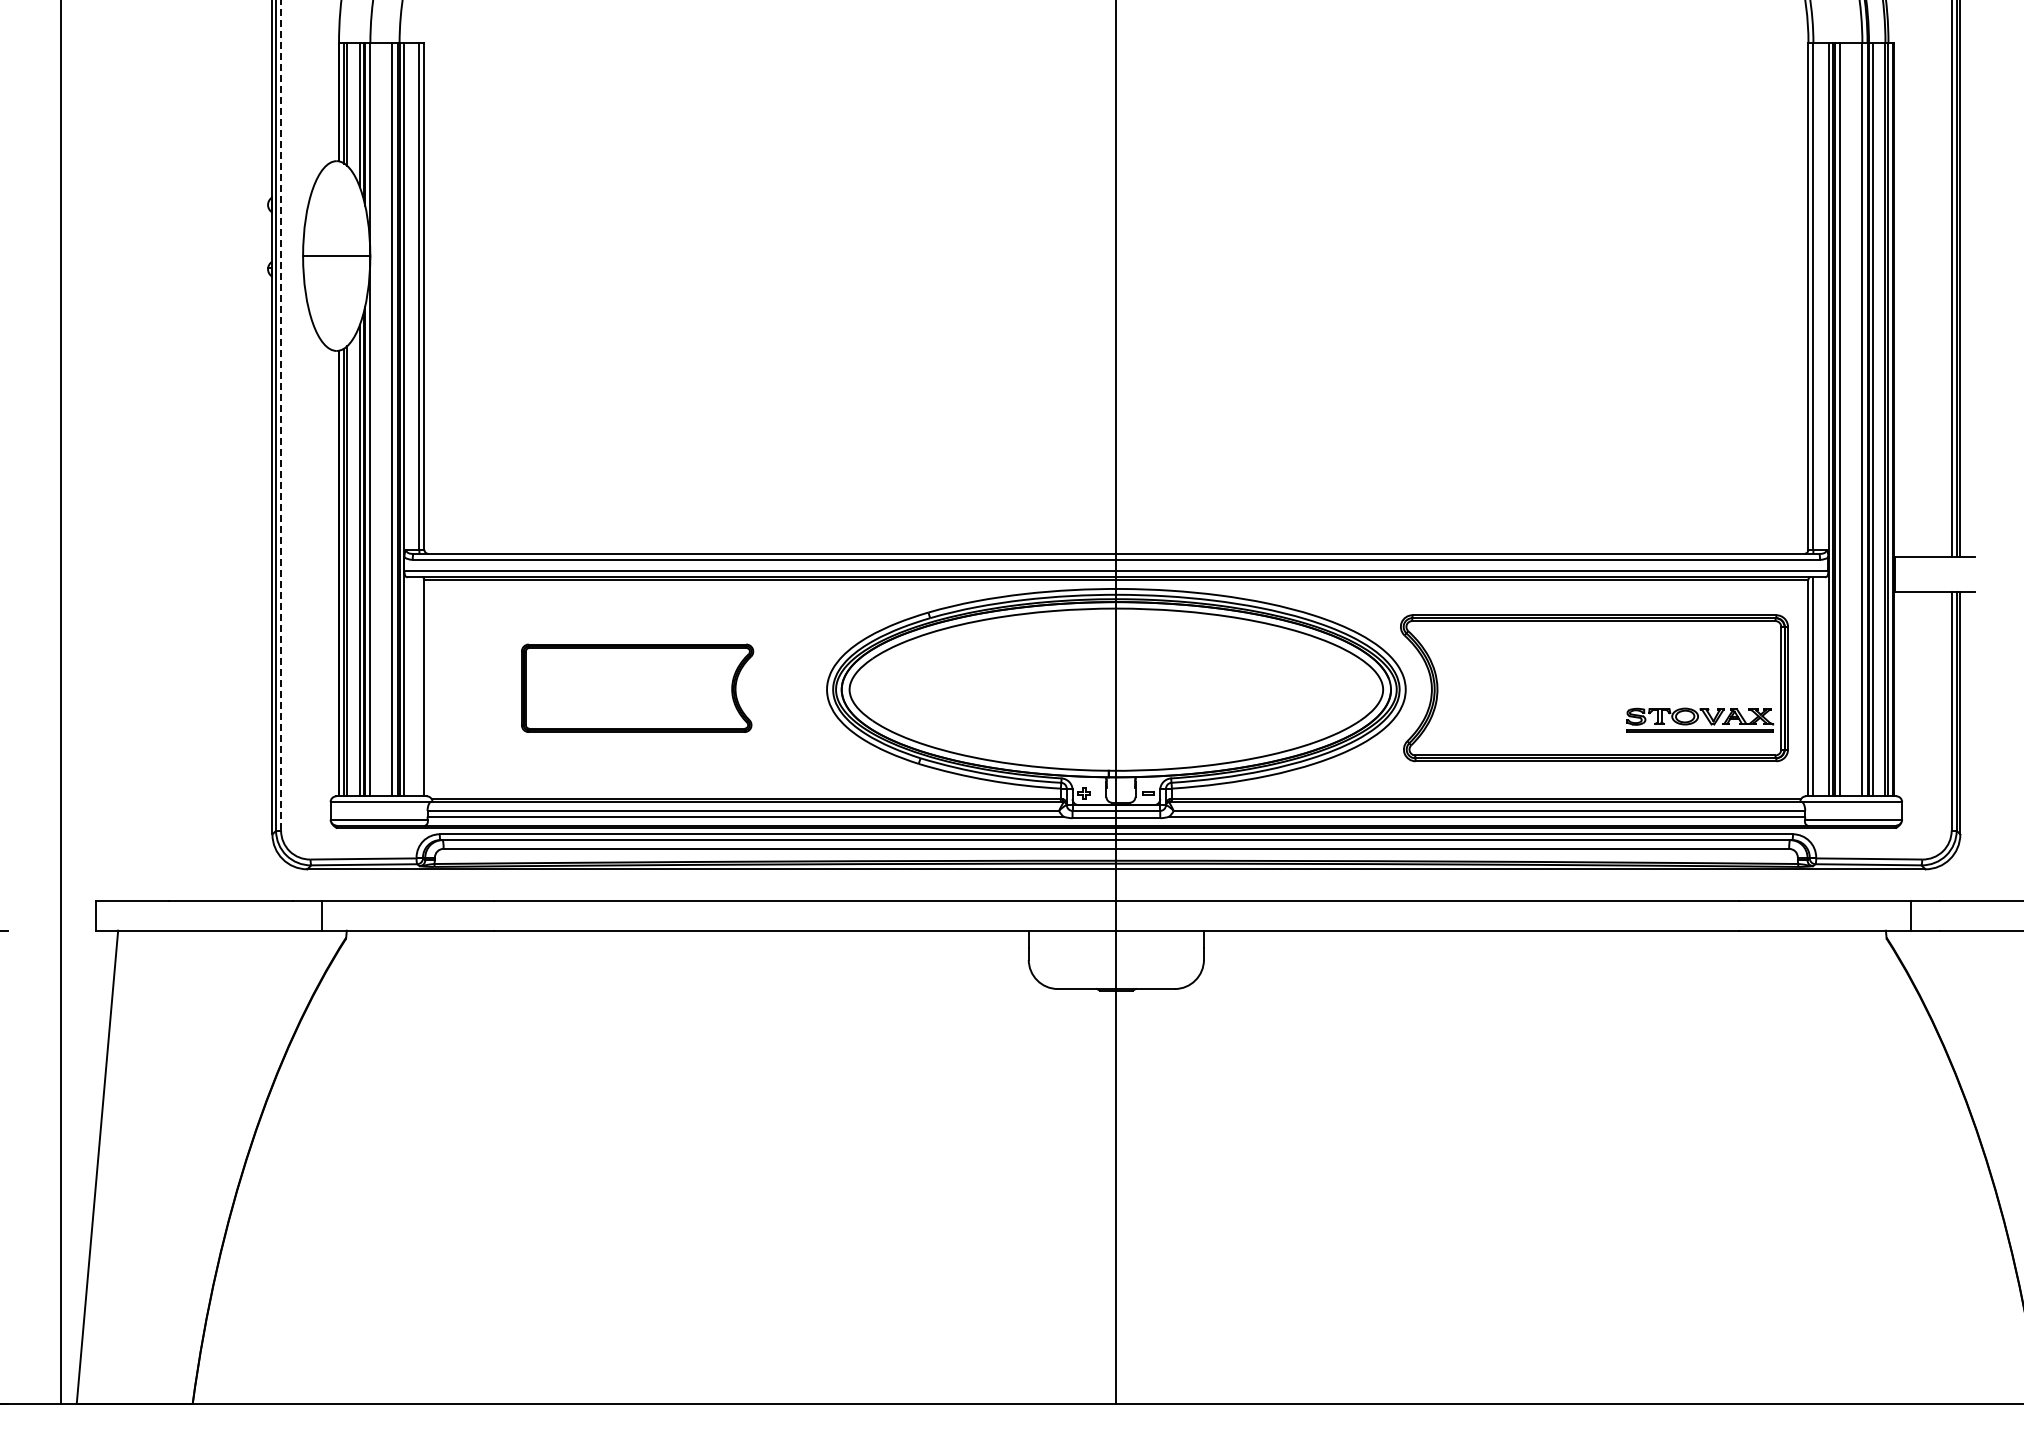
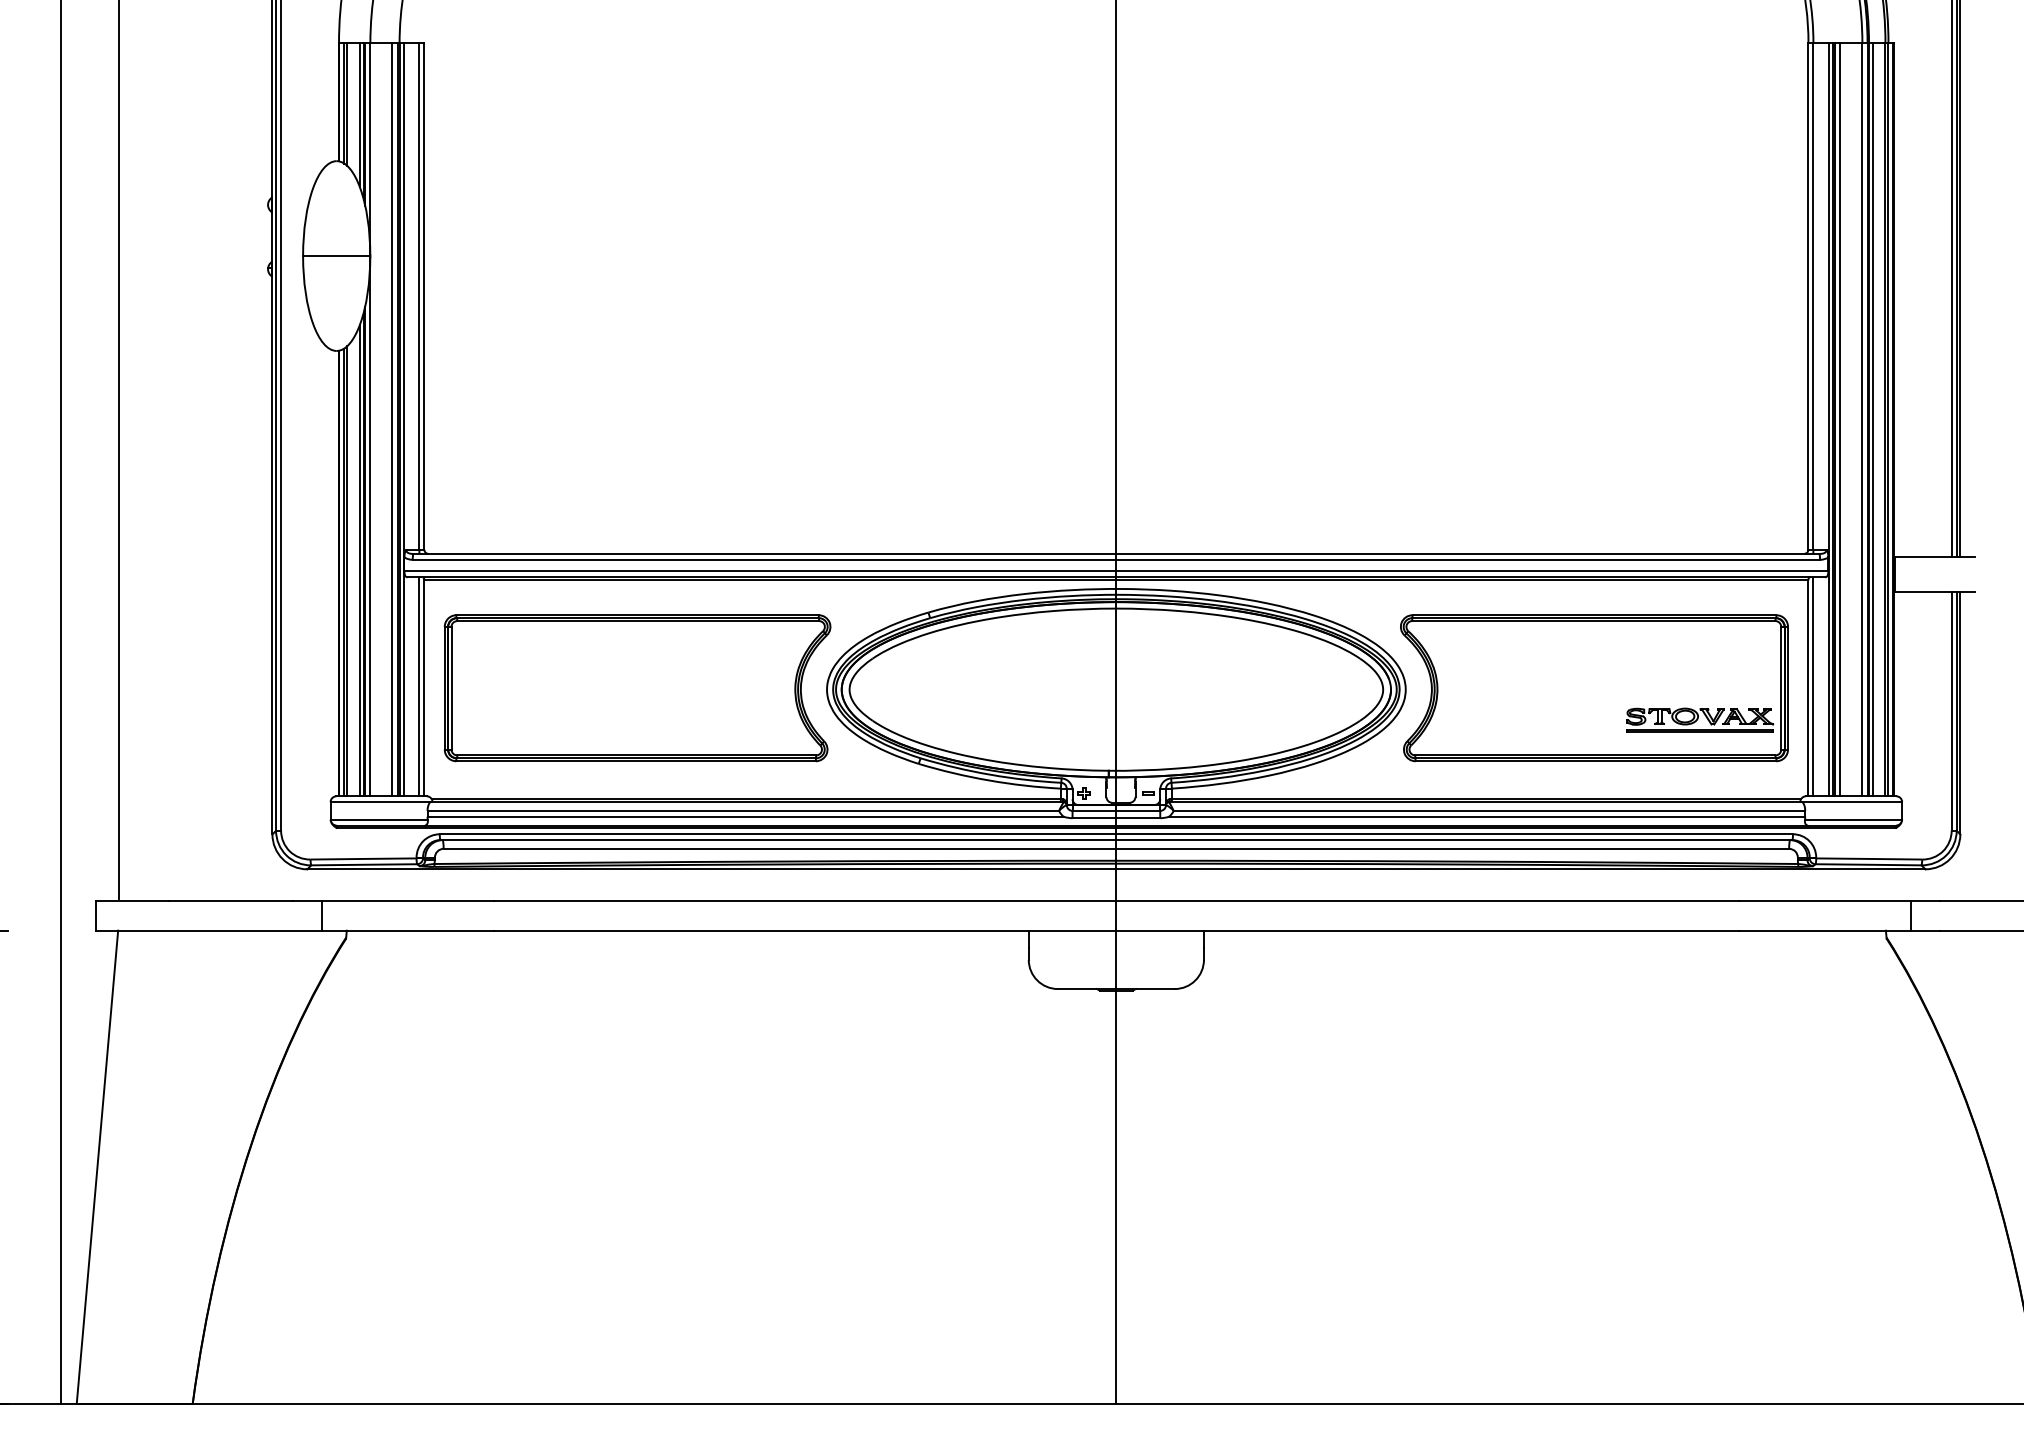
line at (281, 416): dashed -> solid
line at (119, 450): none -> present
line at (419, 686): none -> present
part at (637, 687) size: 234x90 px -> 389x149 px
